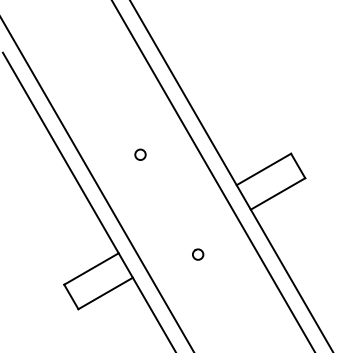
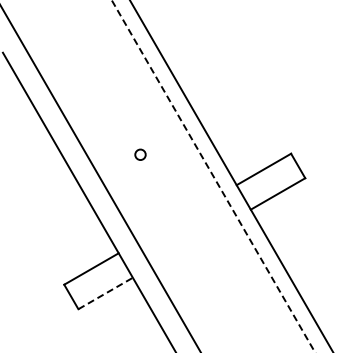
line at (213, 175): solid -> dashed
line at (97, 184) position: (97, 184) -> (100, 178)
circle at (198, 254): present -> none
line at (106, 293): solid -> dashed
